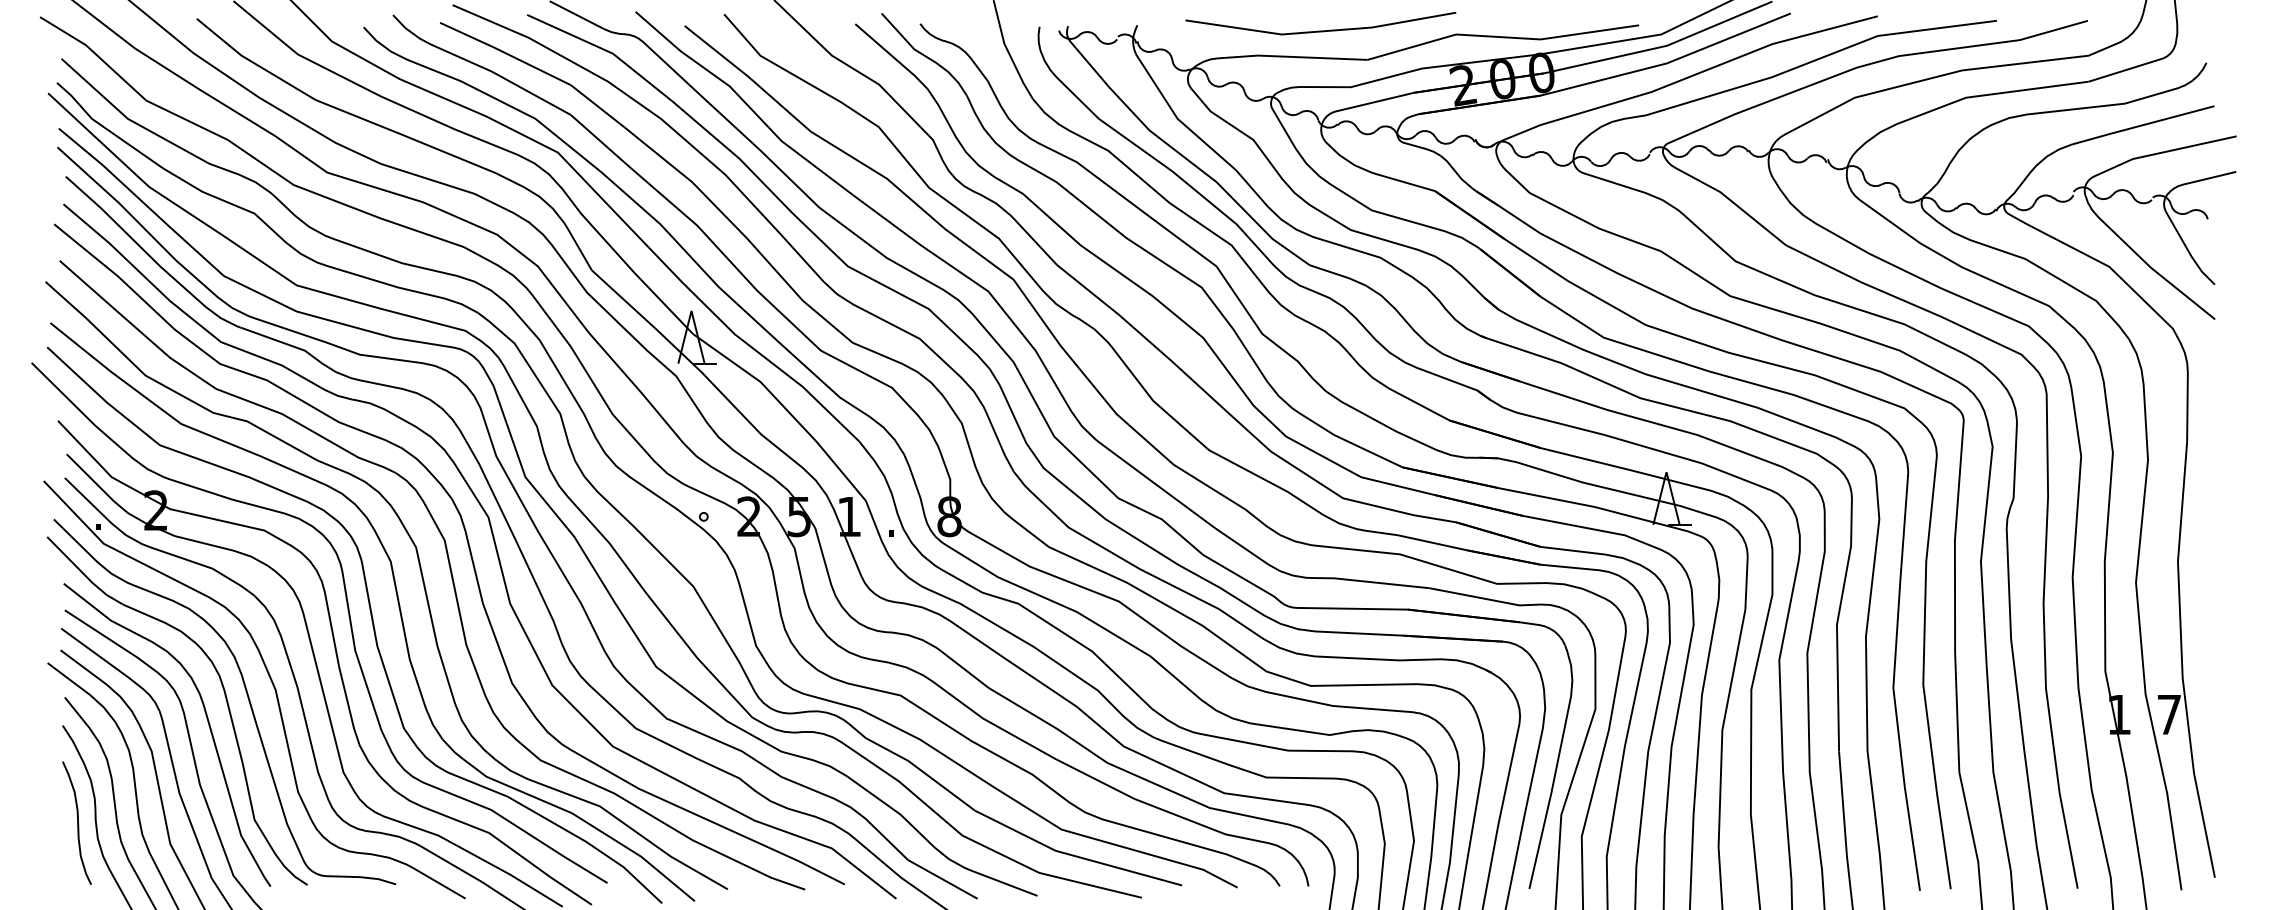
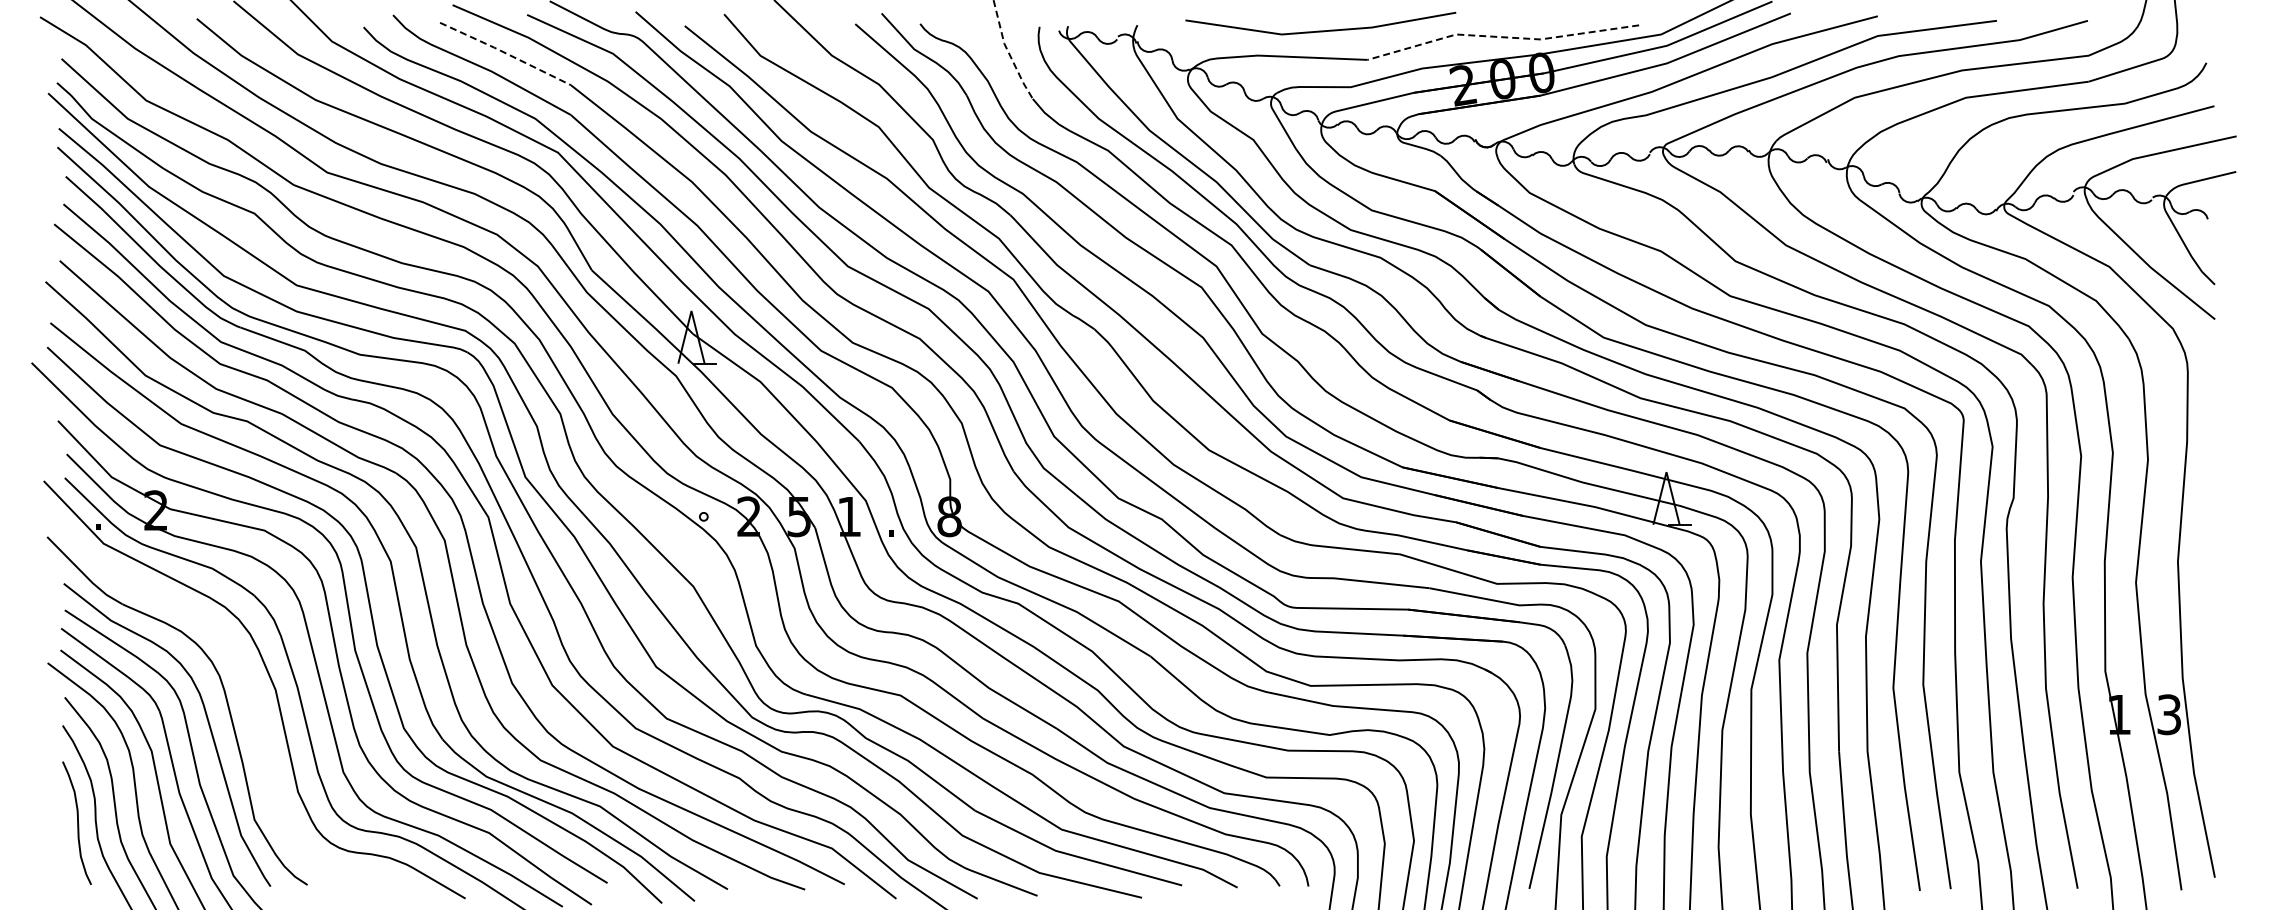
line at (1501, 37): solid -> dashed
line at (1008, 51): solid -> dashed
line at (505, 53): solid -> dashed
curve at (247, 698): present -> none
text at (2168, 714): 7 -> 3
